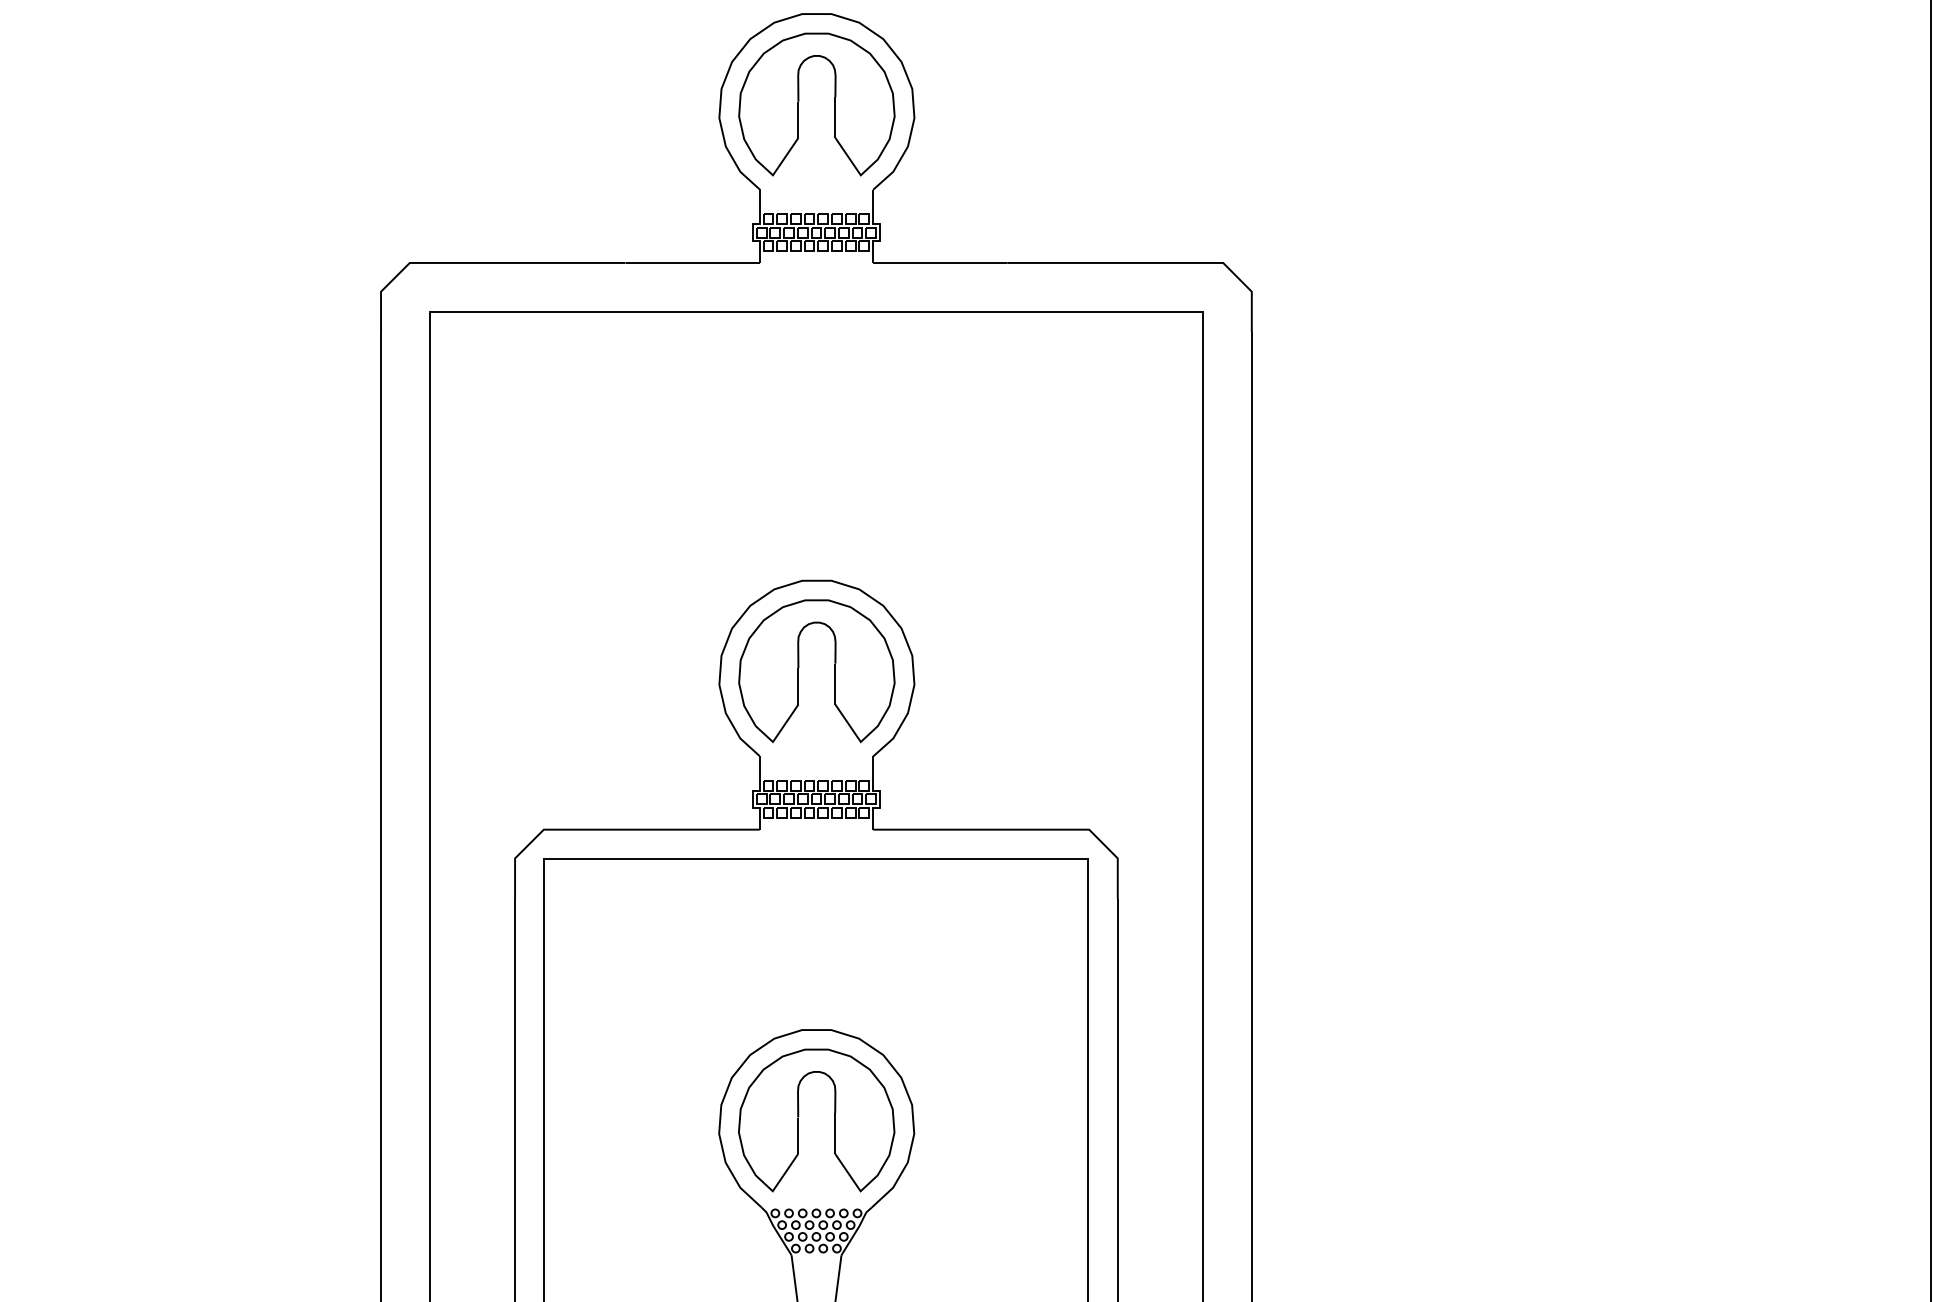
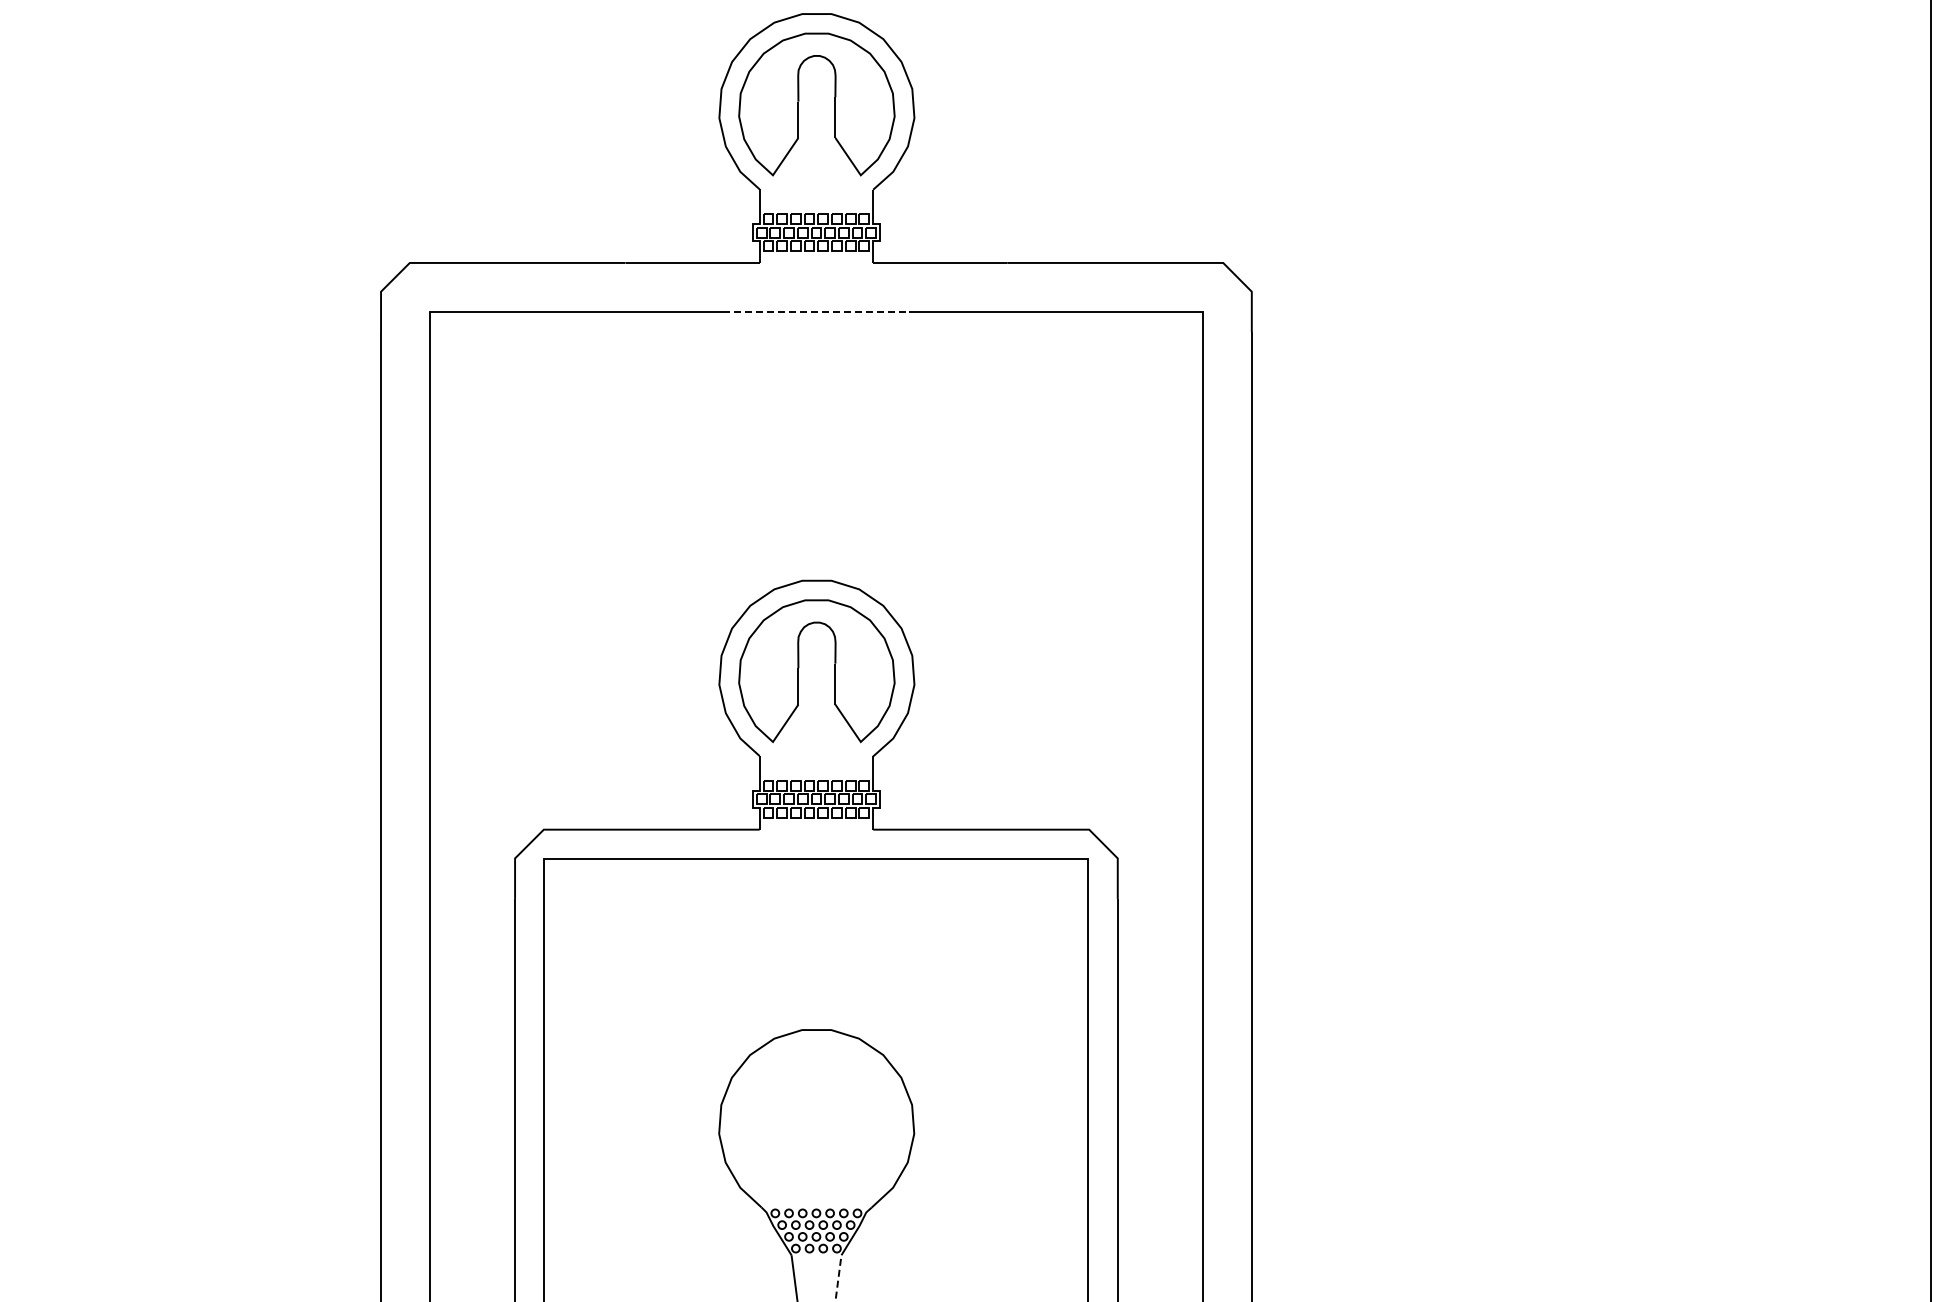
line at (816, 311): solid -> dashed
part at (799, 1116): present -> none
line at (838, 1278): solid -> dashed
